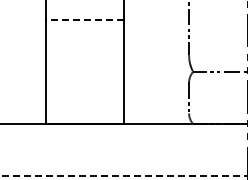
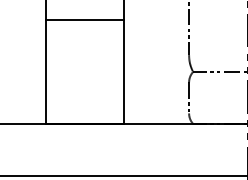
line at (84, 19): dashed -> solid
line at (124, 176): dashed -> solid
